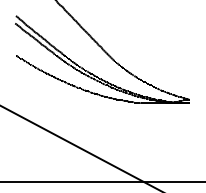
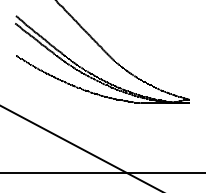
line at (102, 181) position: (102, 181) -> (102, 172)
